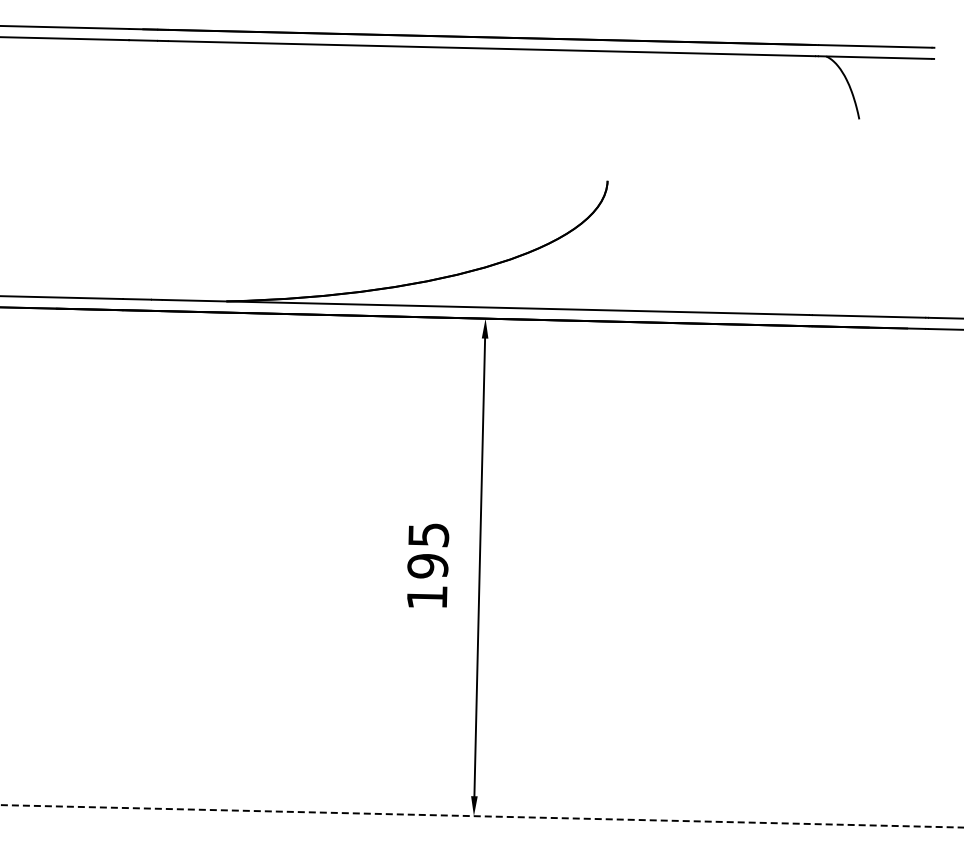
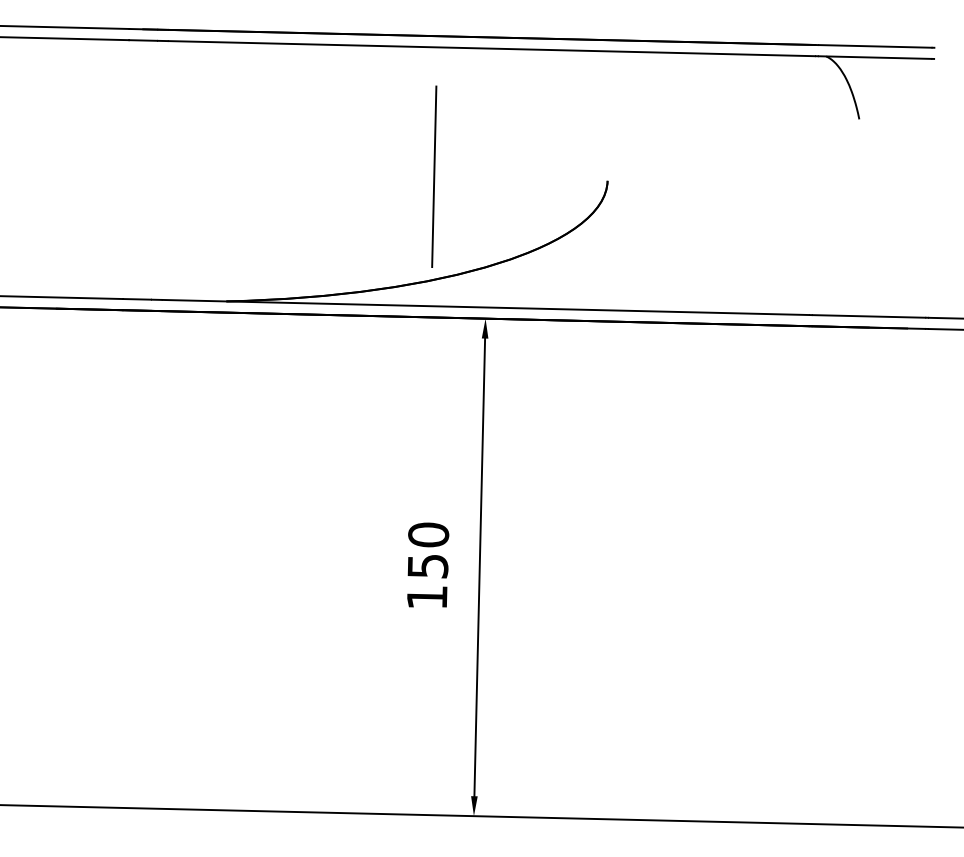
line at (434, 176): none -> present
text at (428, 550): 195 -> 150
line at (482, 816): dashed -> solid
